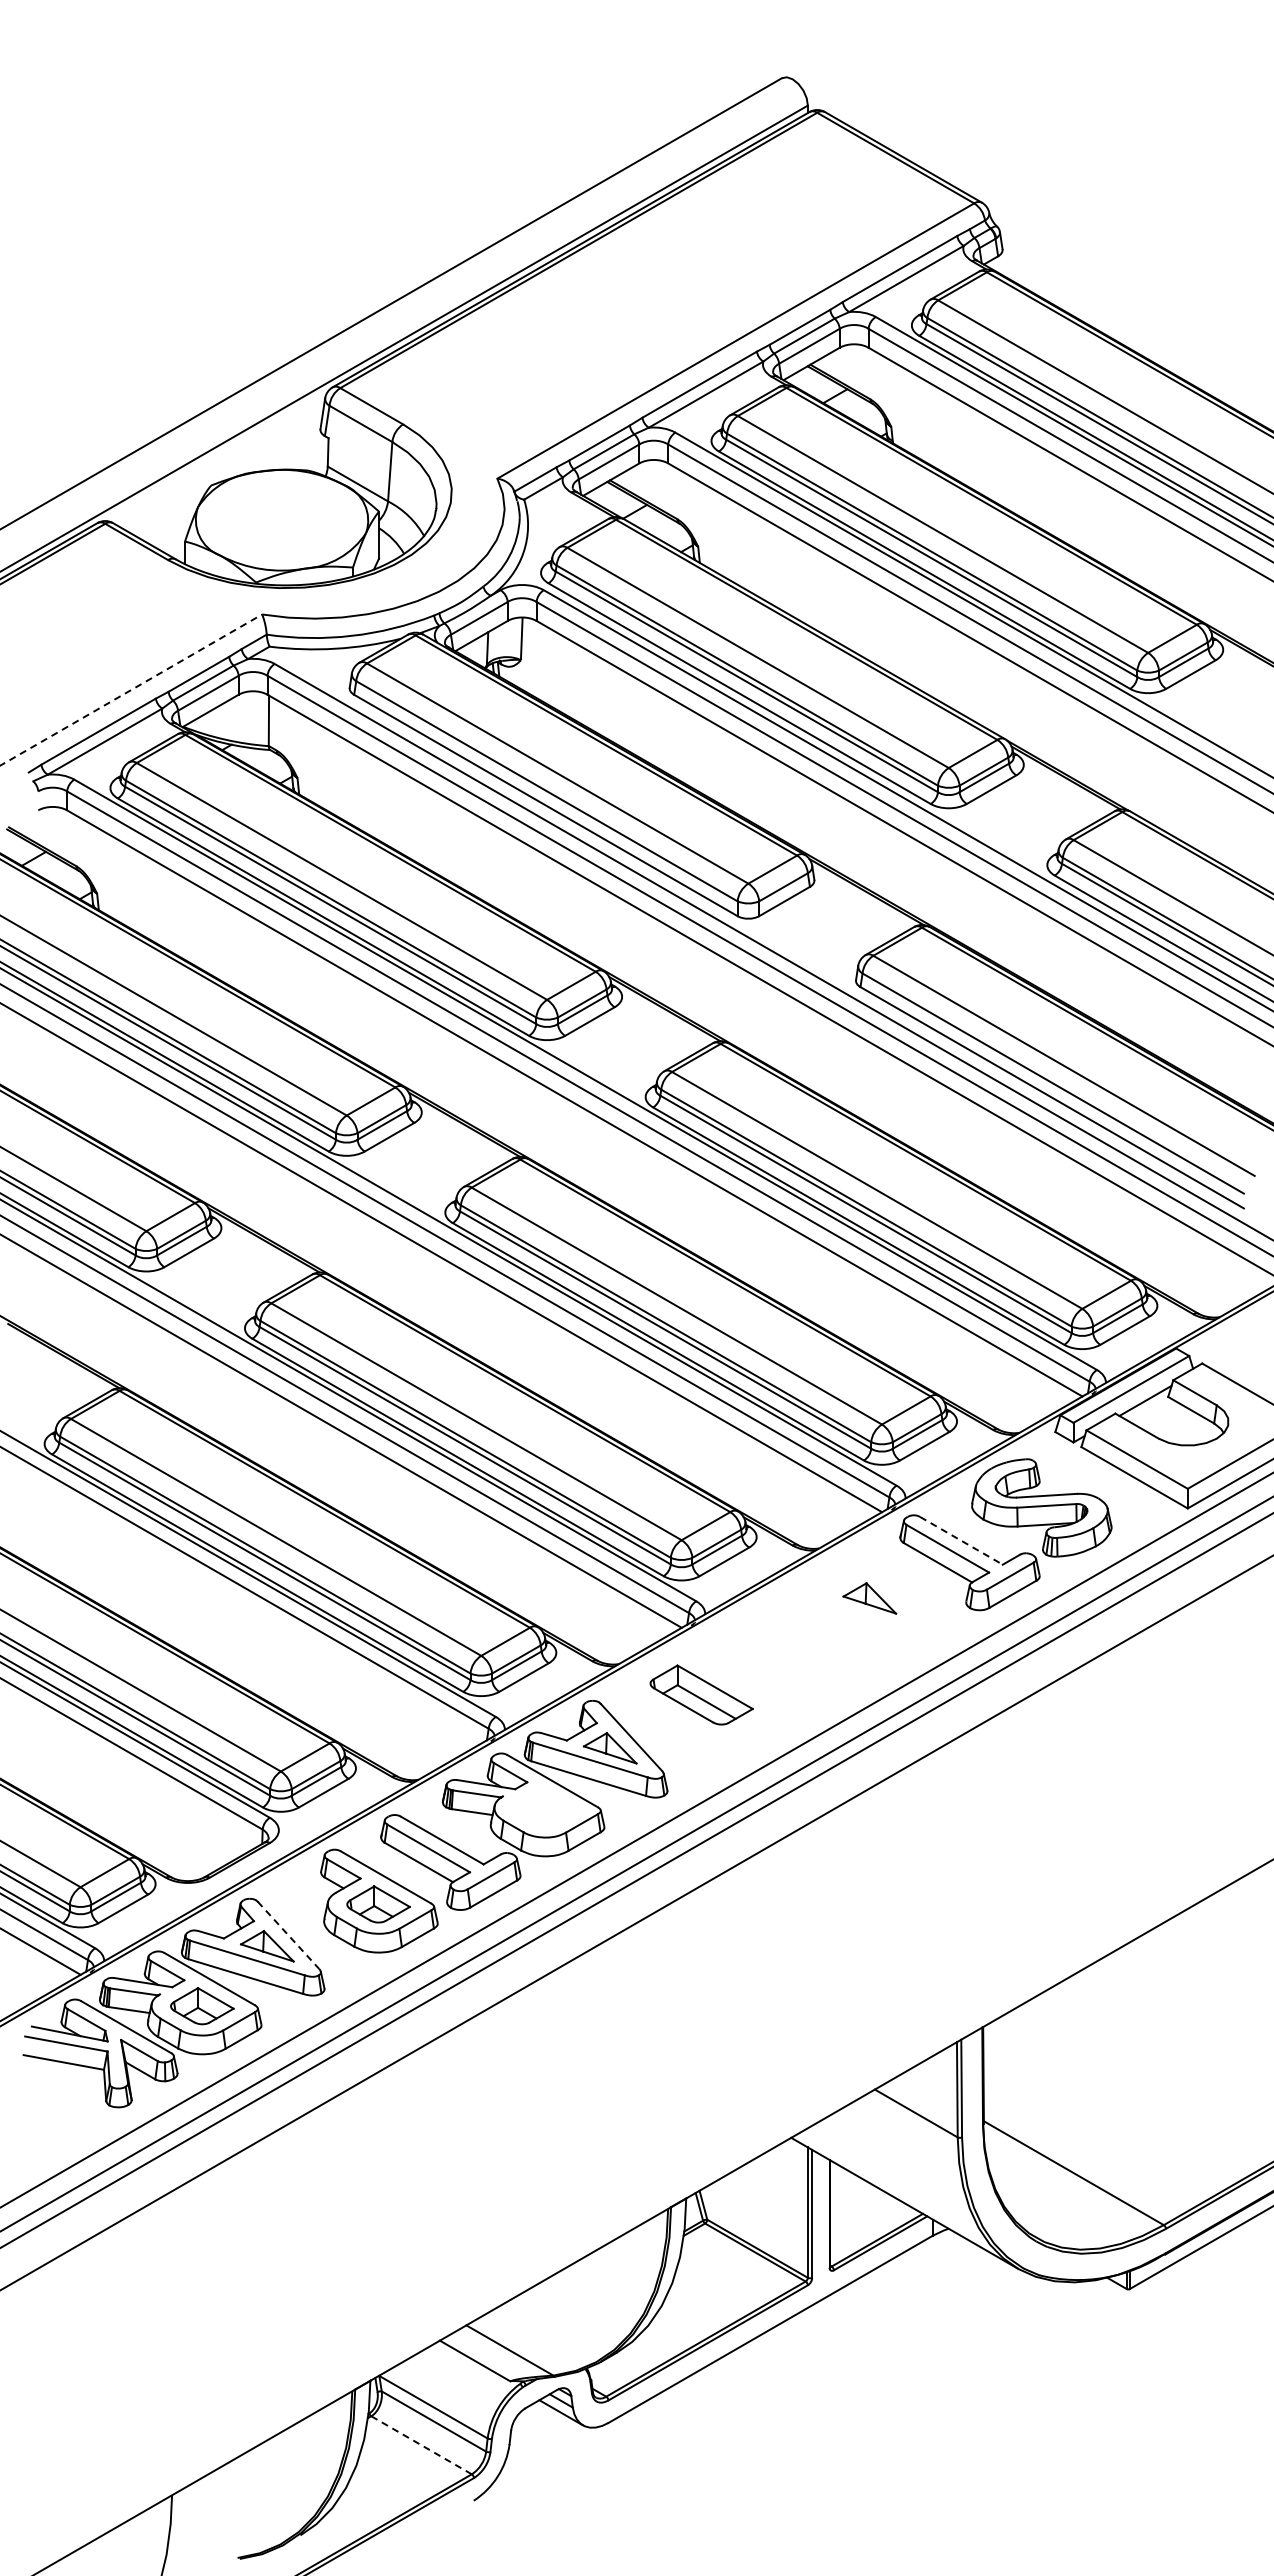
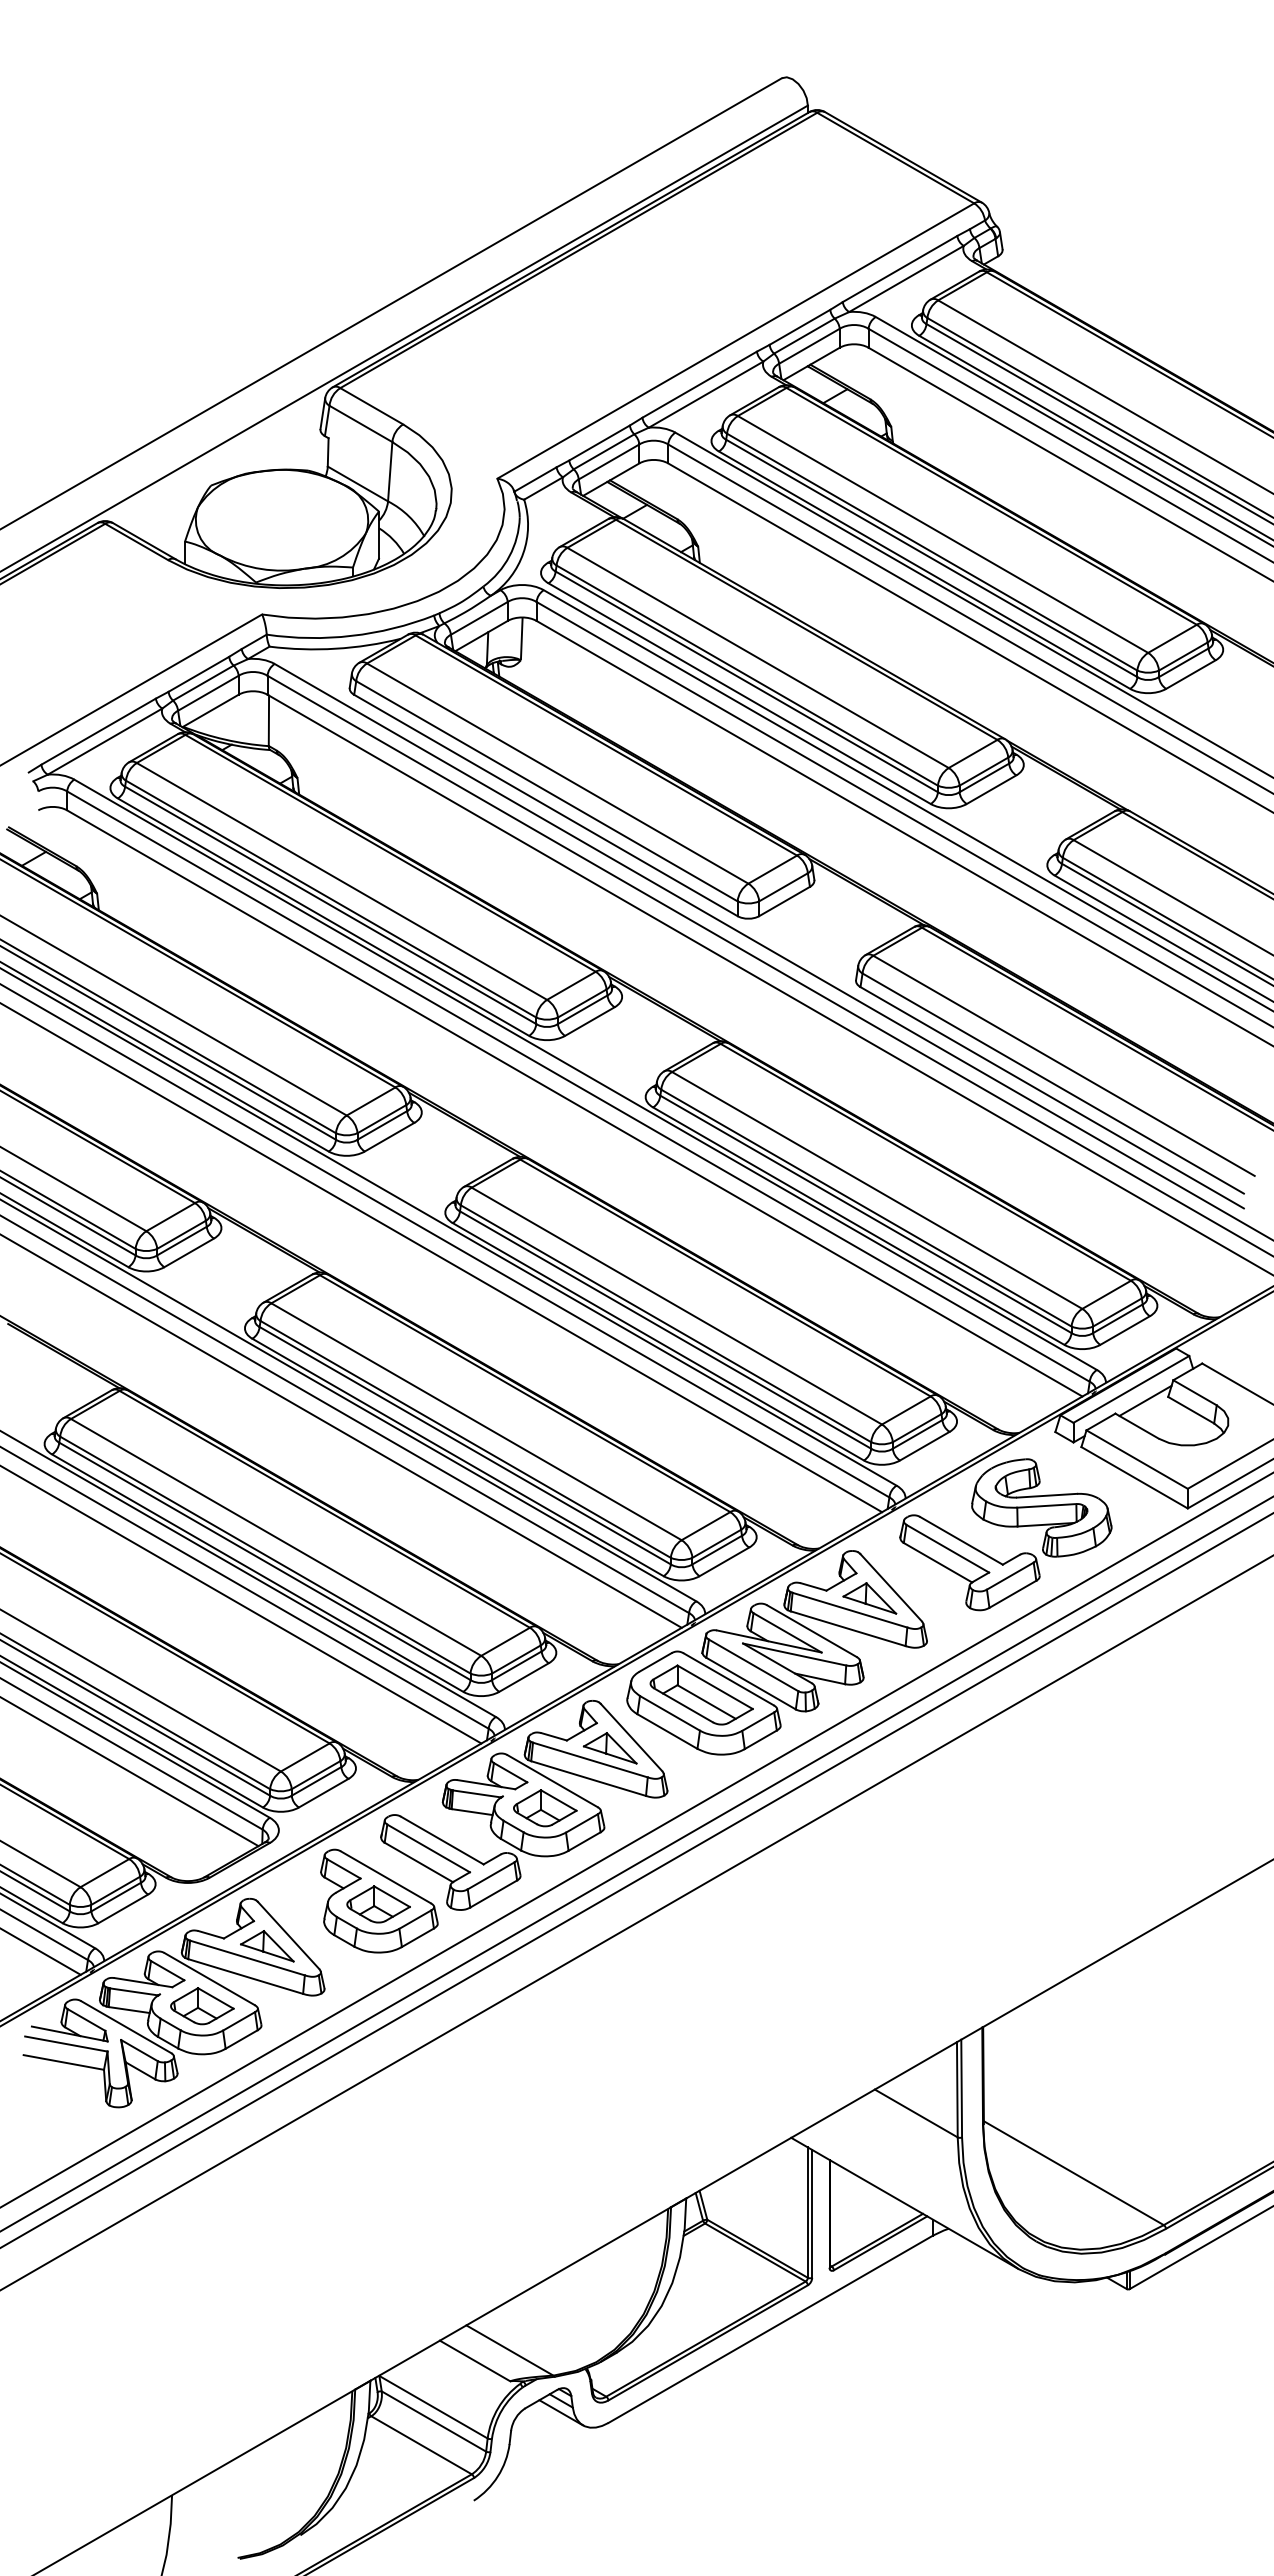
line at (131, 689): dashed -> solid
line at (961, 1540): dashed -> solid
line at (241, 1604): none -> present
part at (776, 1652): none -> present
line at (130, 1772): none -> present
part at (545, 1808): none -> present
line at (288, 1935): dashed -> solid
line at (421, 2445): dashed -> solid
